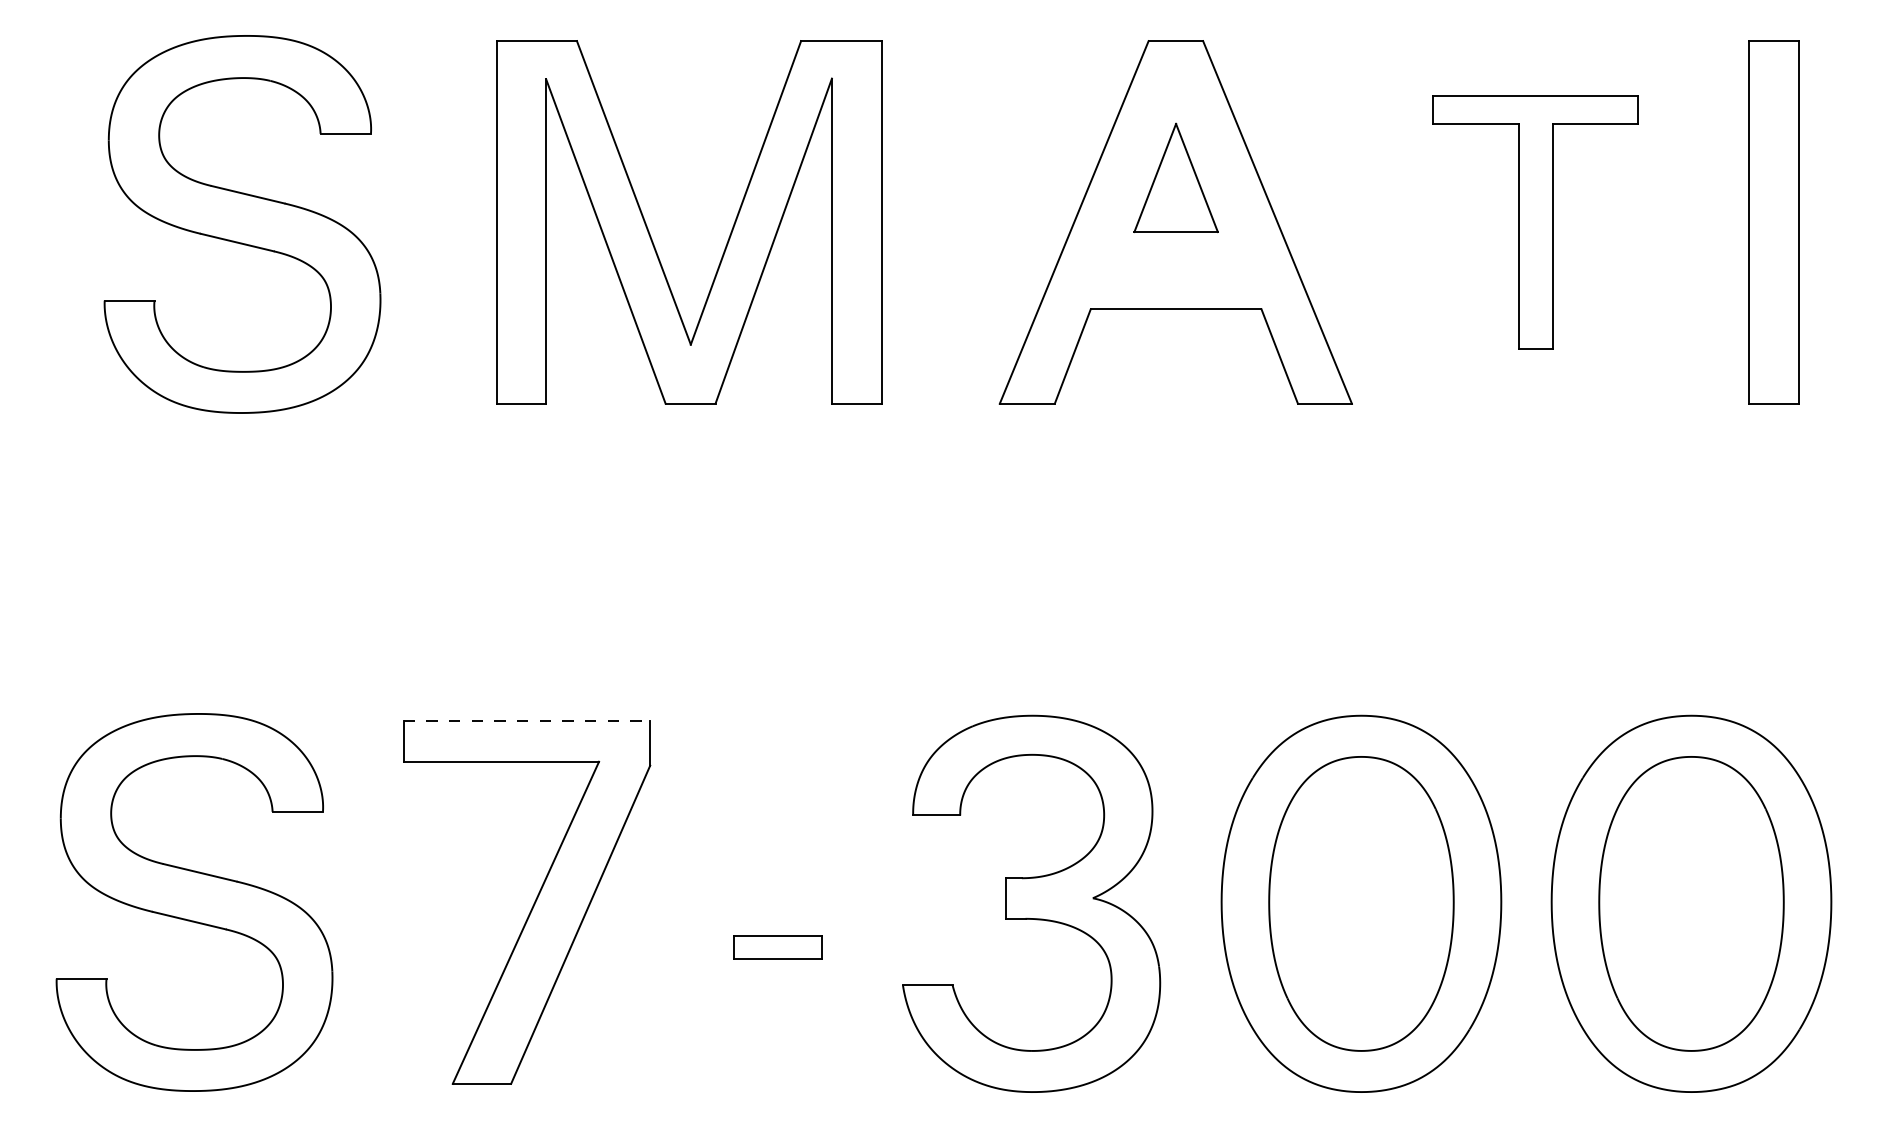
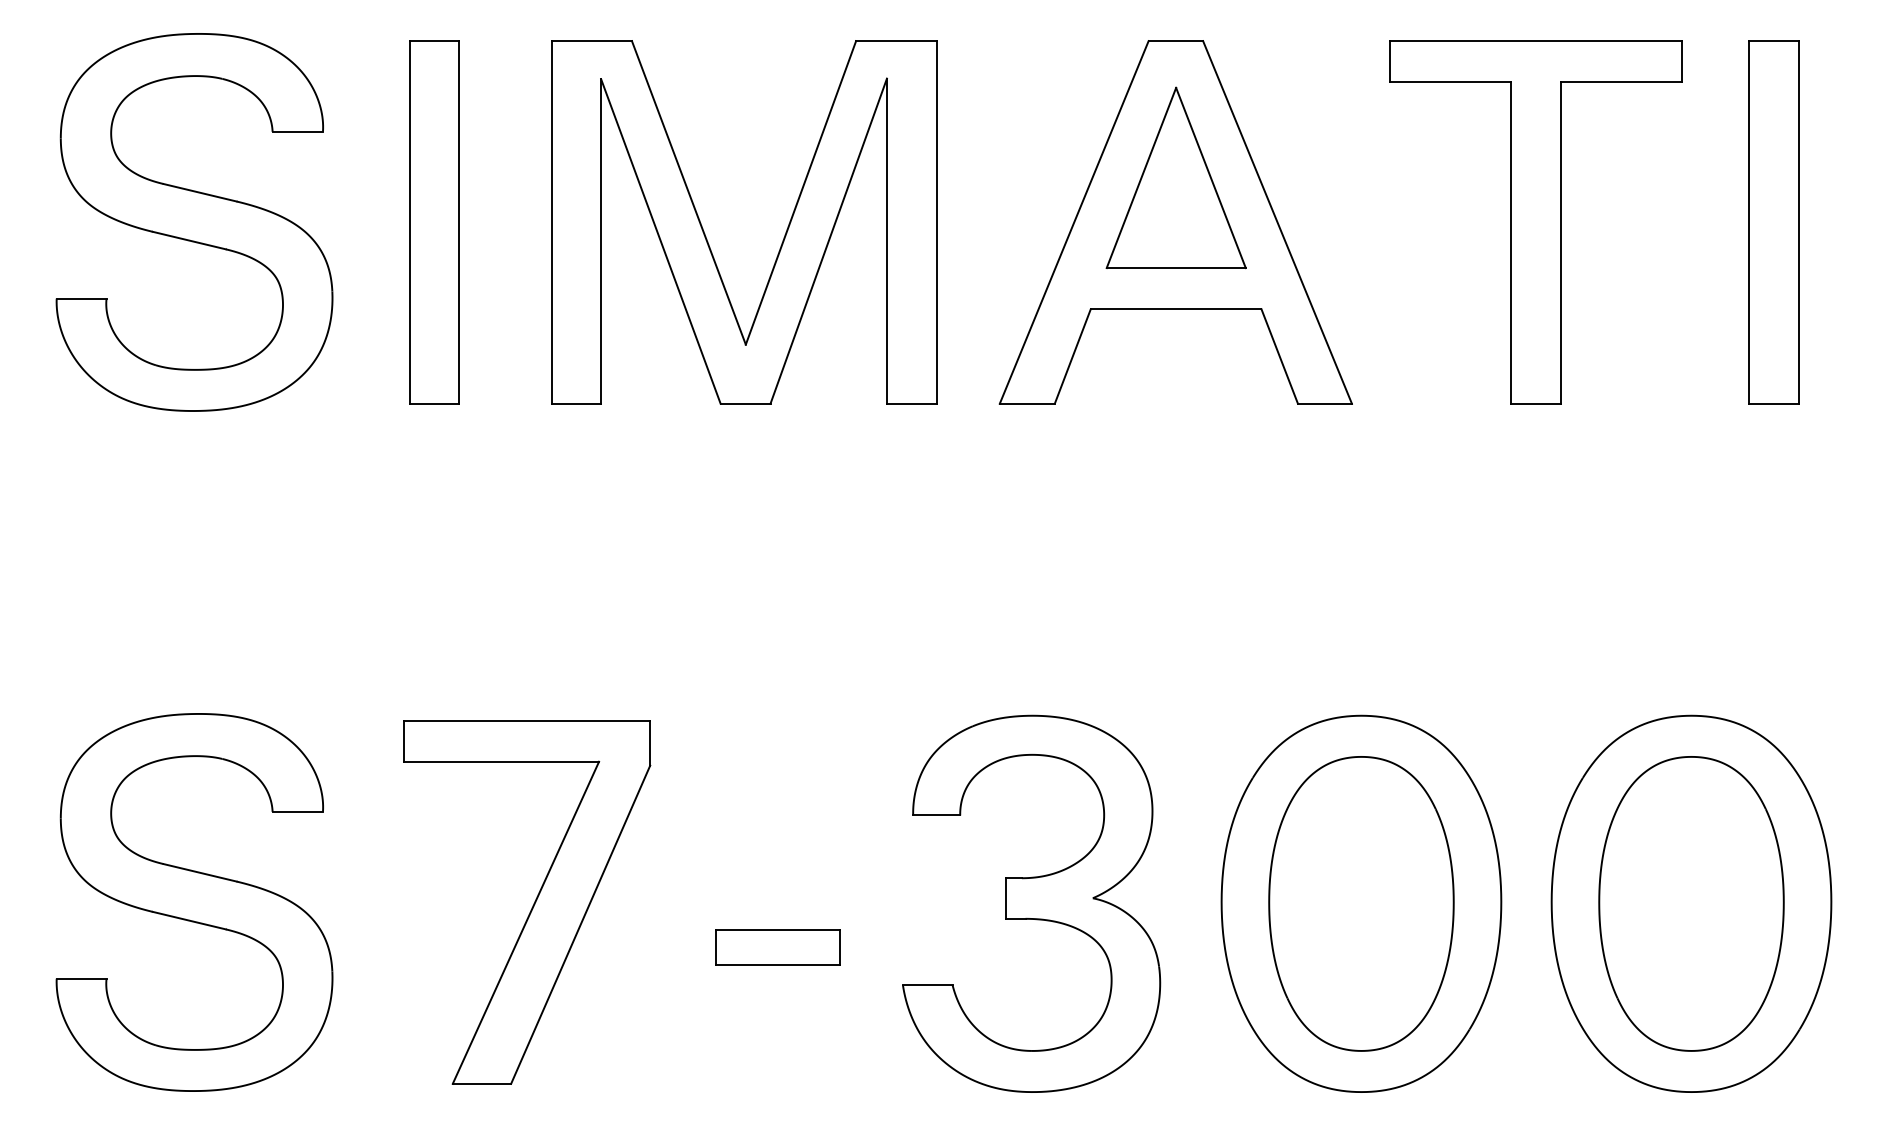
part at (1175, 177) size: 86x111 px -> 142x184 px
part at (434, 222): none -> present
part at (1535, 222) size: 207x255 px -> 294x365 px
part at (242, 224) position: (242, 224) -> (194, 222)
part at (651, 236) position: (651, 236) -> (706, 236)
line at (527, 721): dashed -> solid
part at (777, 947) size: 90x25 px -> 126x37 px
